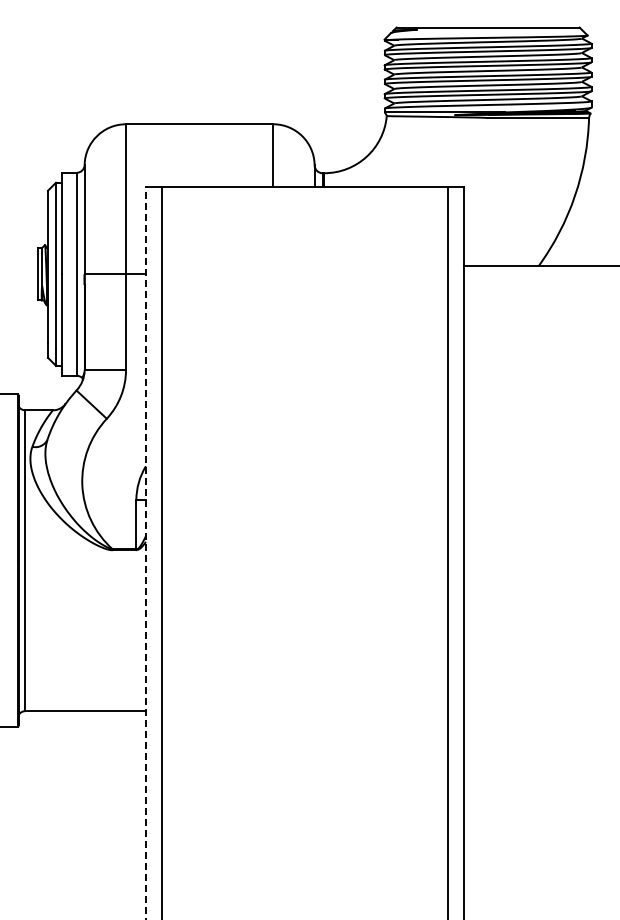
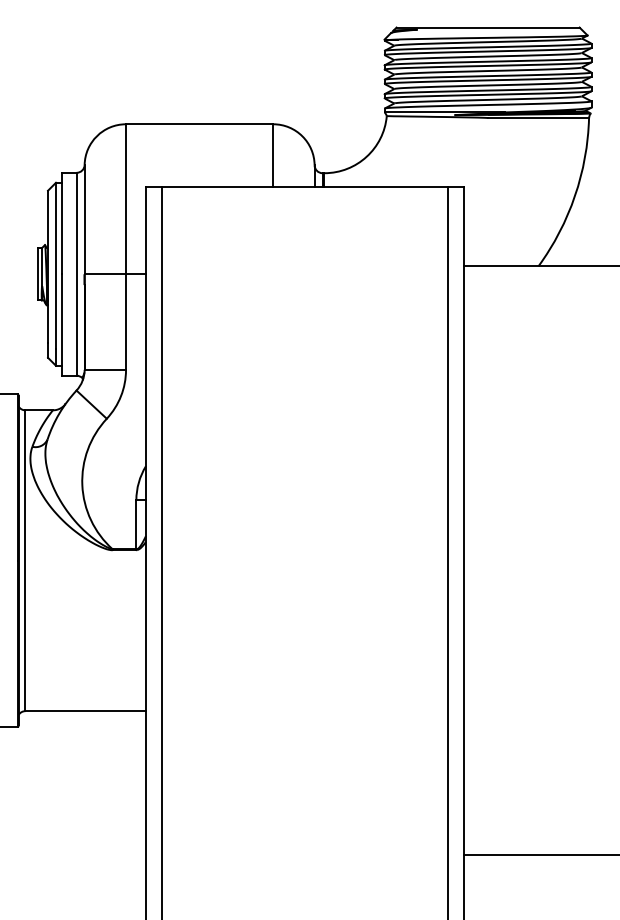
line at (145, 553): dashed -> solid
line at (540, 855): none -> present
